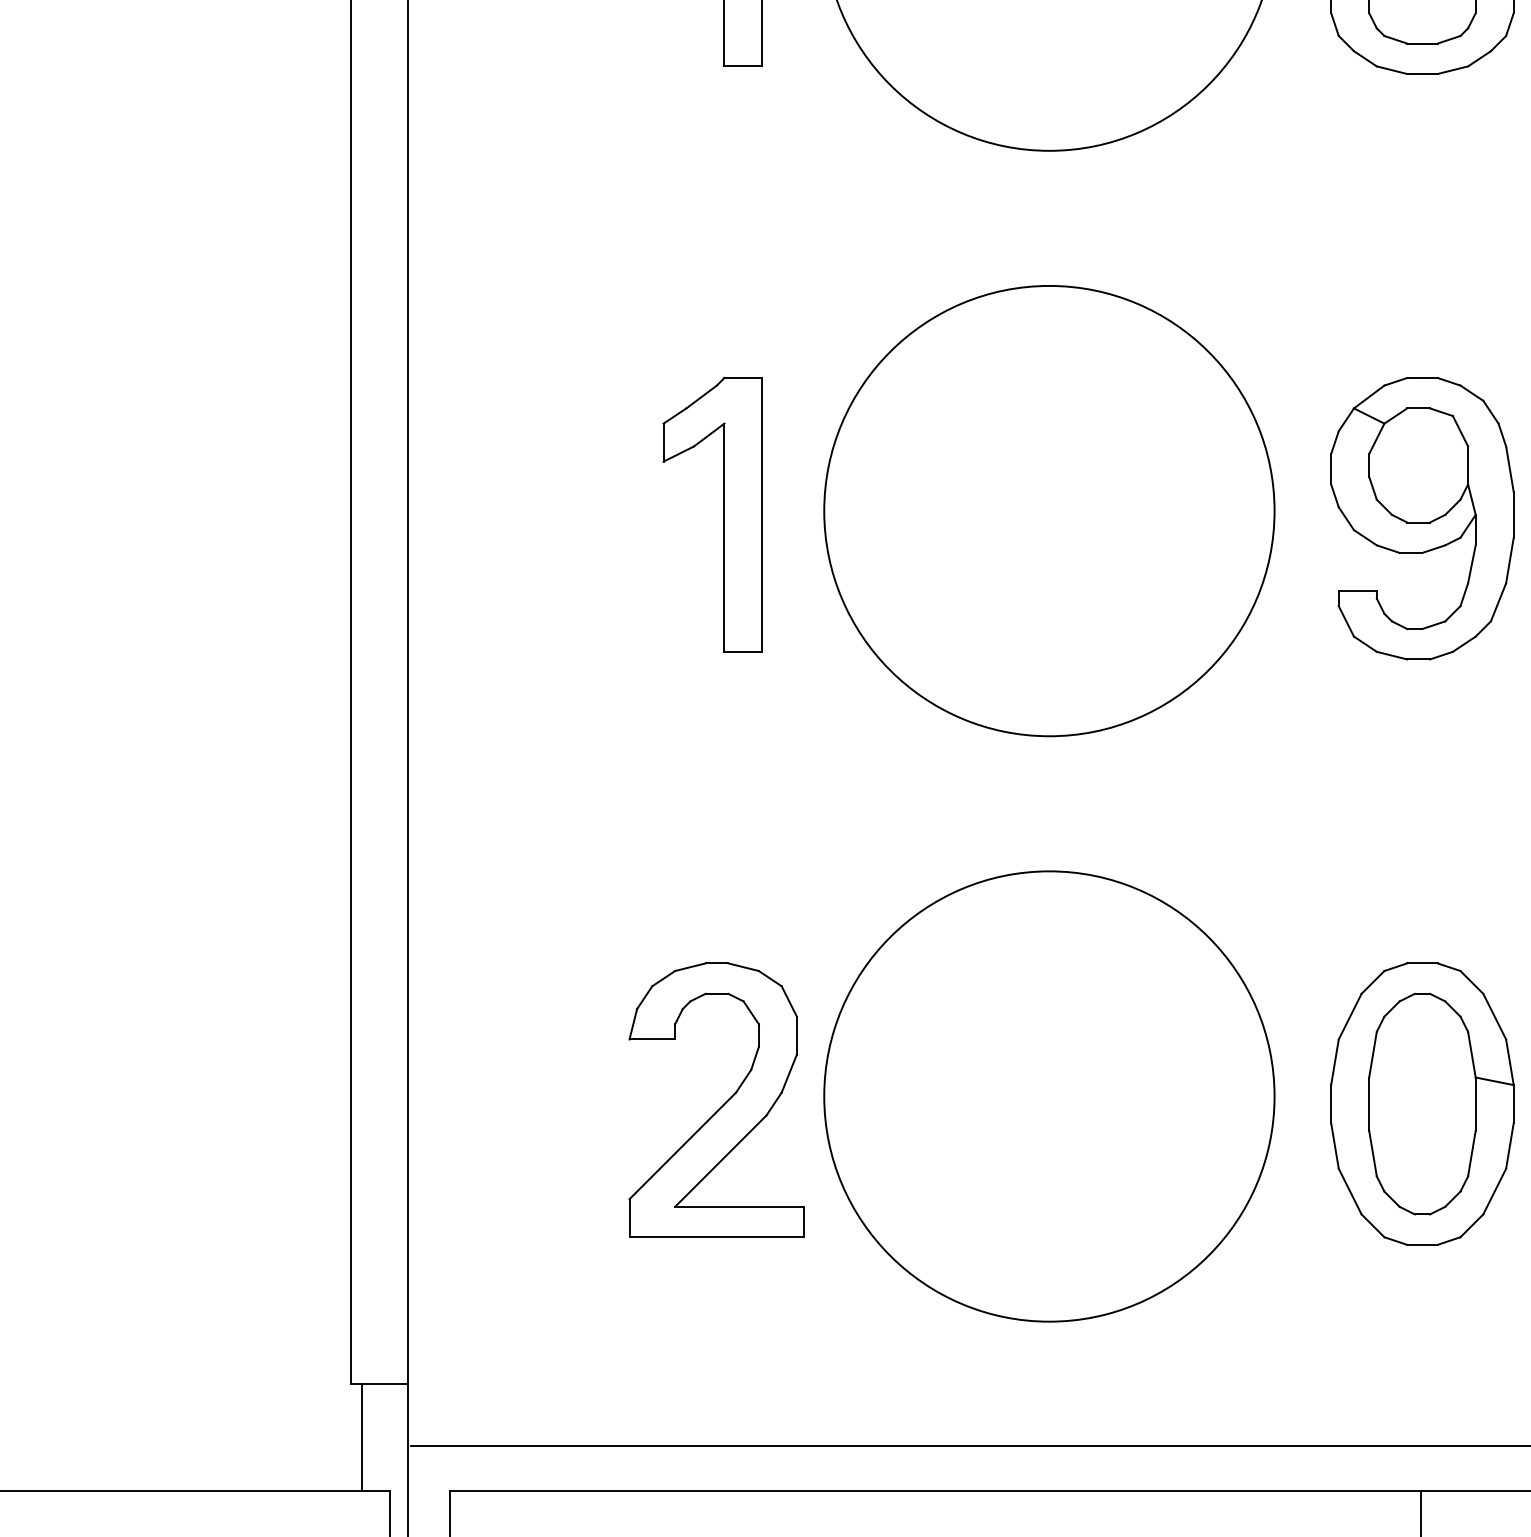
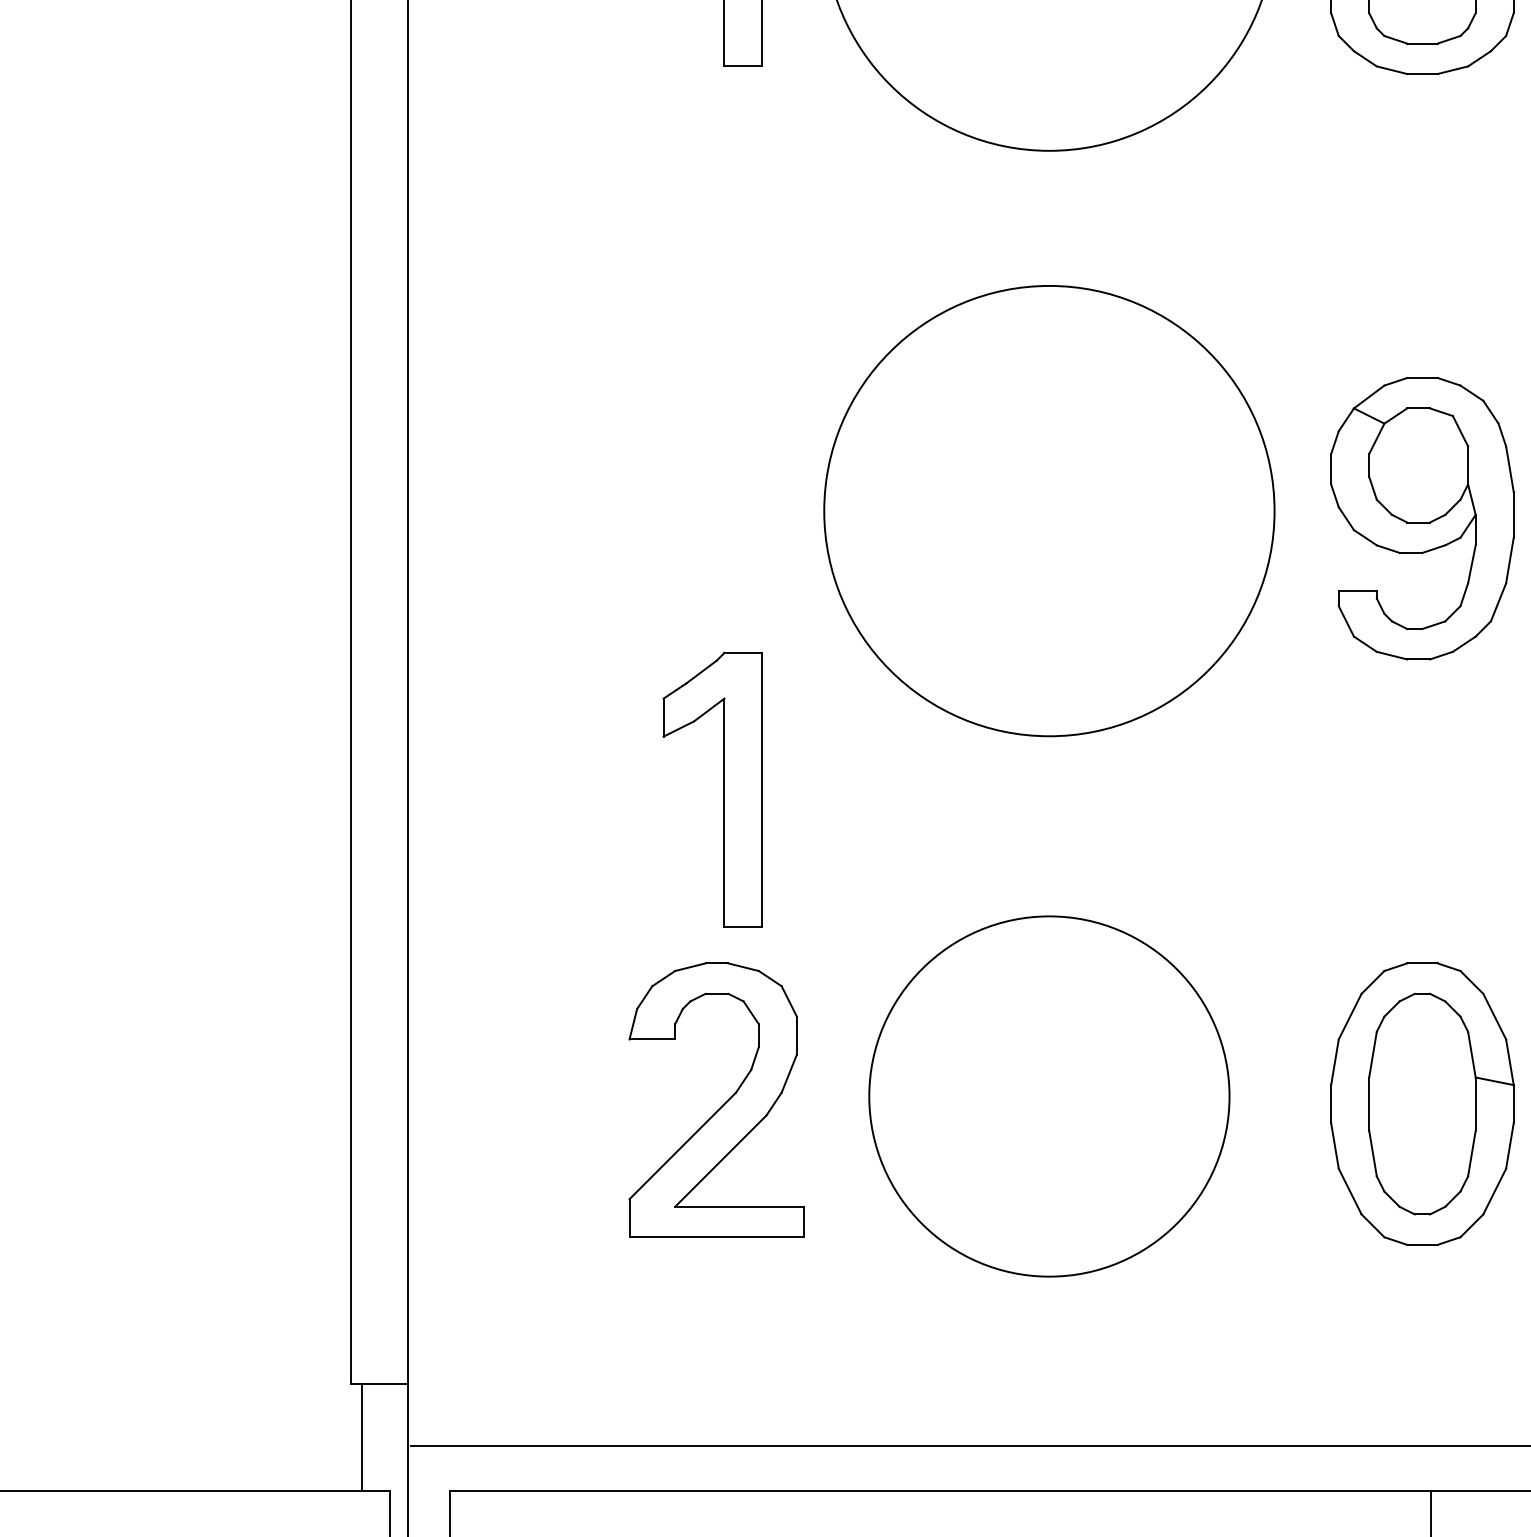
part at (723, 514) position: (723, 514) -> (723, 789)
circle at (1049, 1096) diameter: 450 px -> 360 px
line at (1420, 1511) position: (1420, 1511) -> (1430, 1511)
